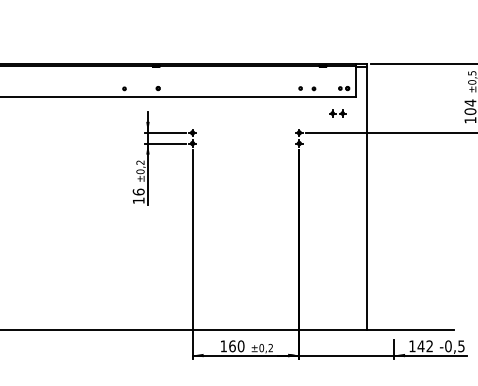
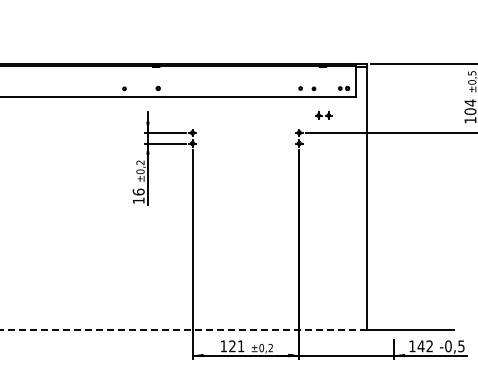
part at (337, 113) position: (337, 113) -> (323, 115)
line at (183, 330): solid -> dashed
text at (236, 346): 160 -> 121
